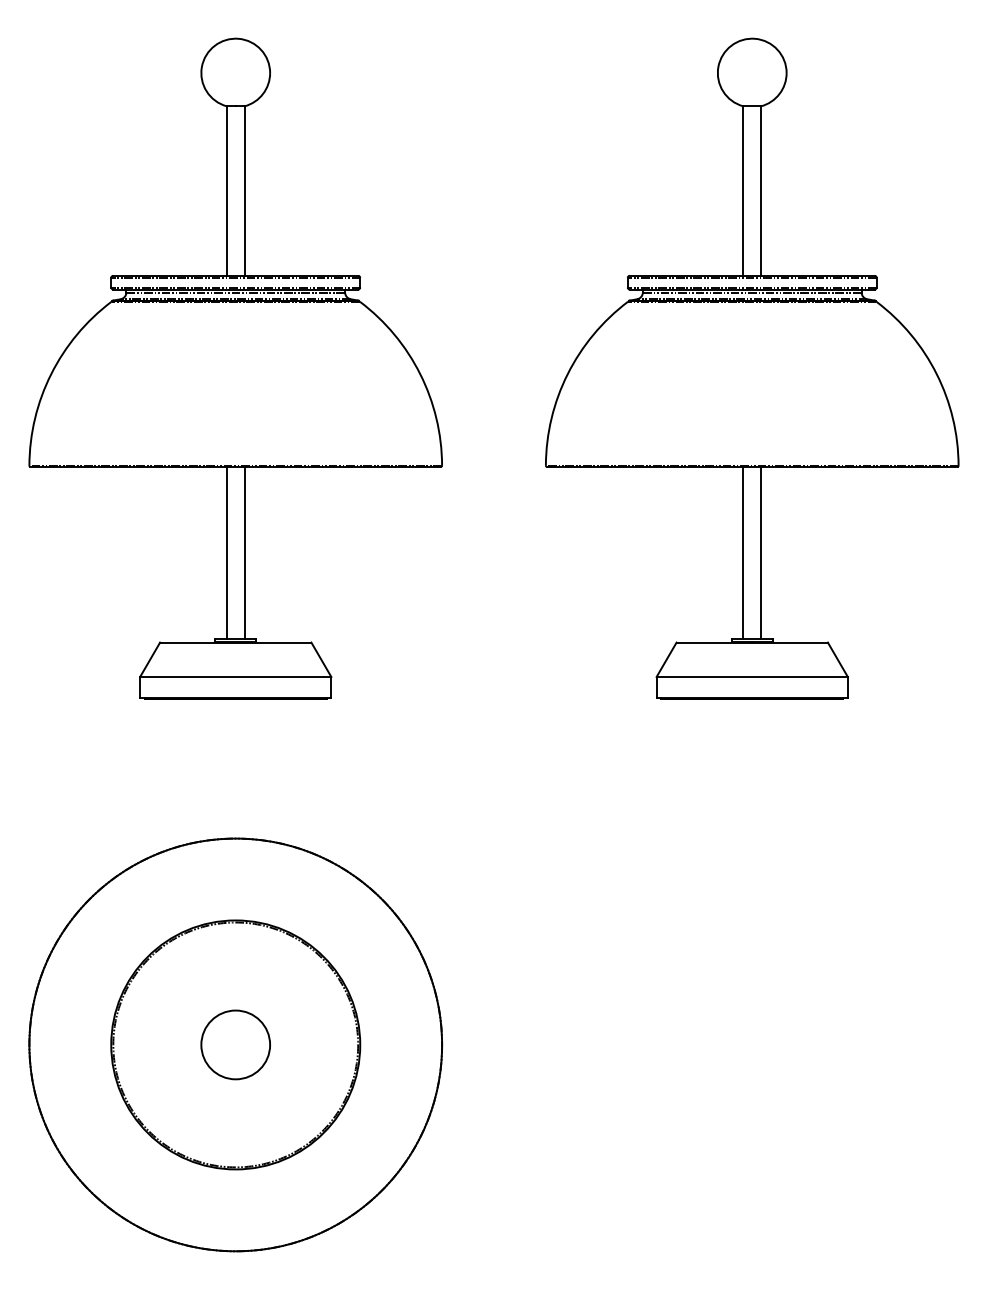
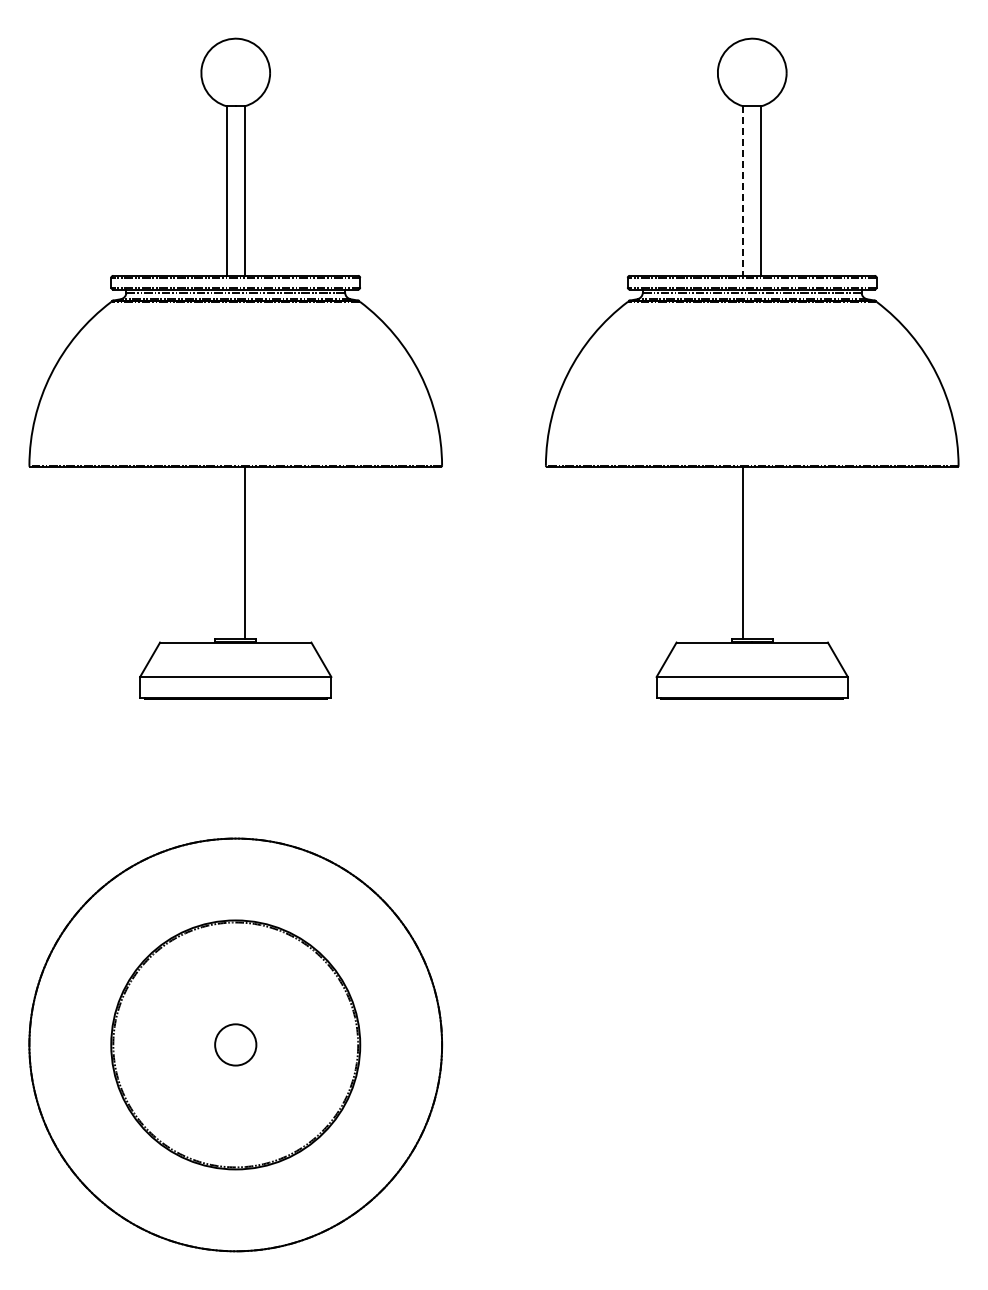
line at (743, 191): solid -> dashed
line at (226, 552): present -> none
line at (761, 552): present -> none
circle at (235, 1044) diameter: 69 px -> 41 px
